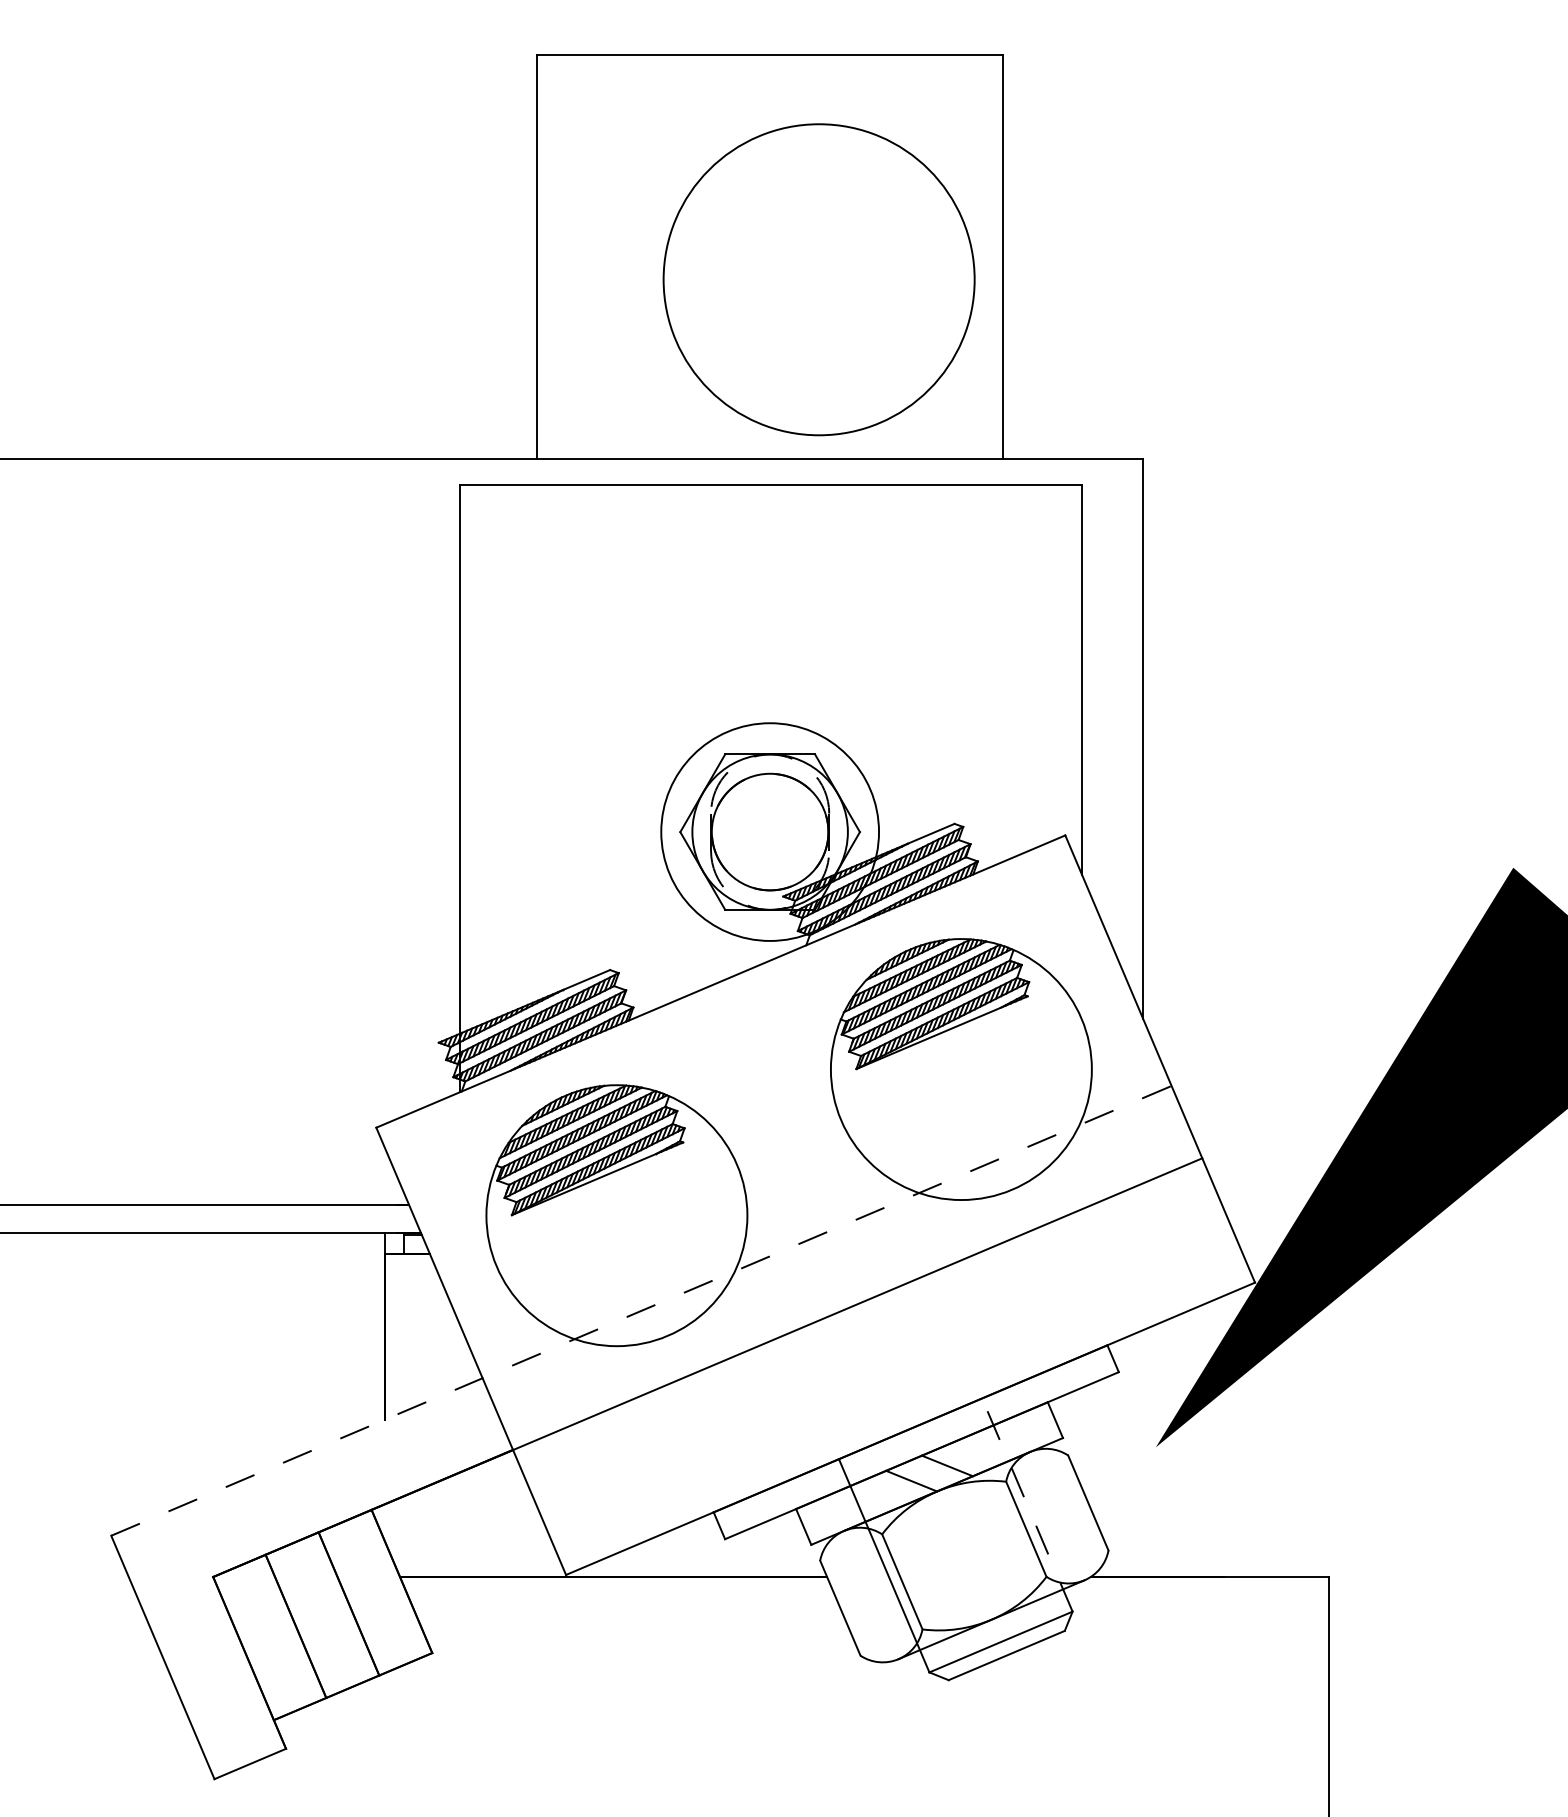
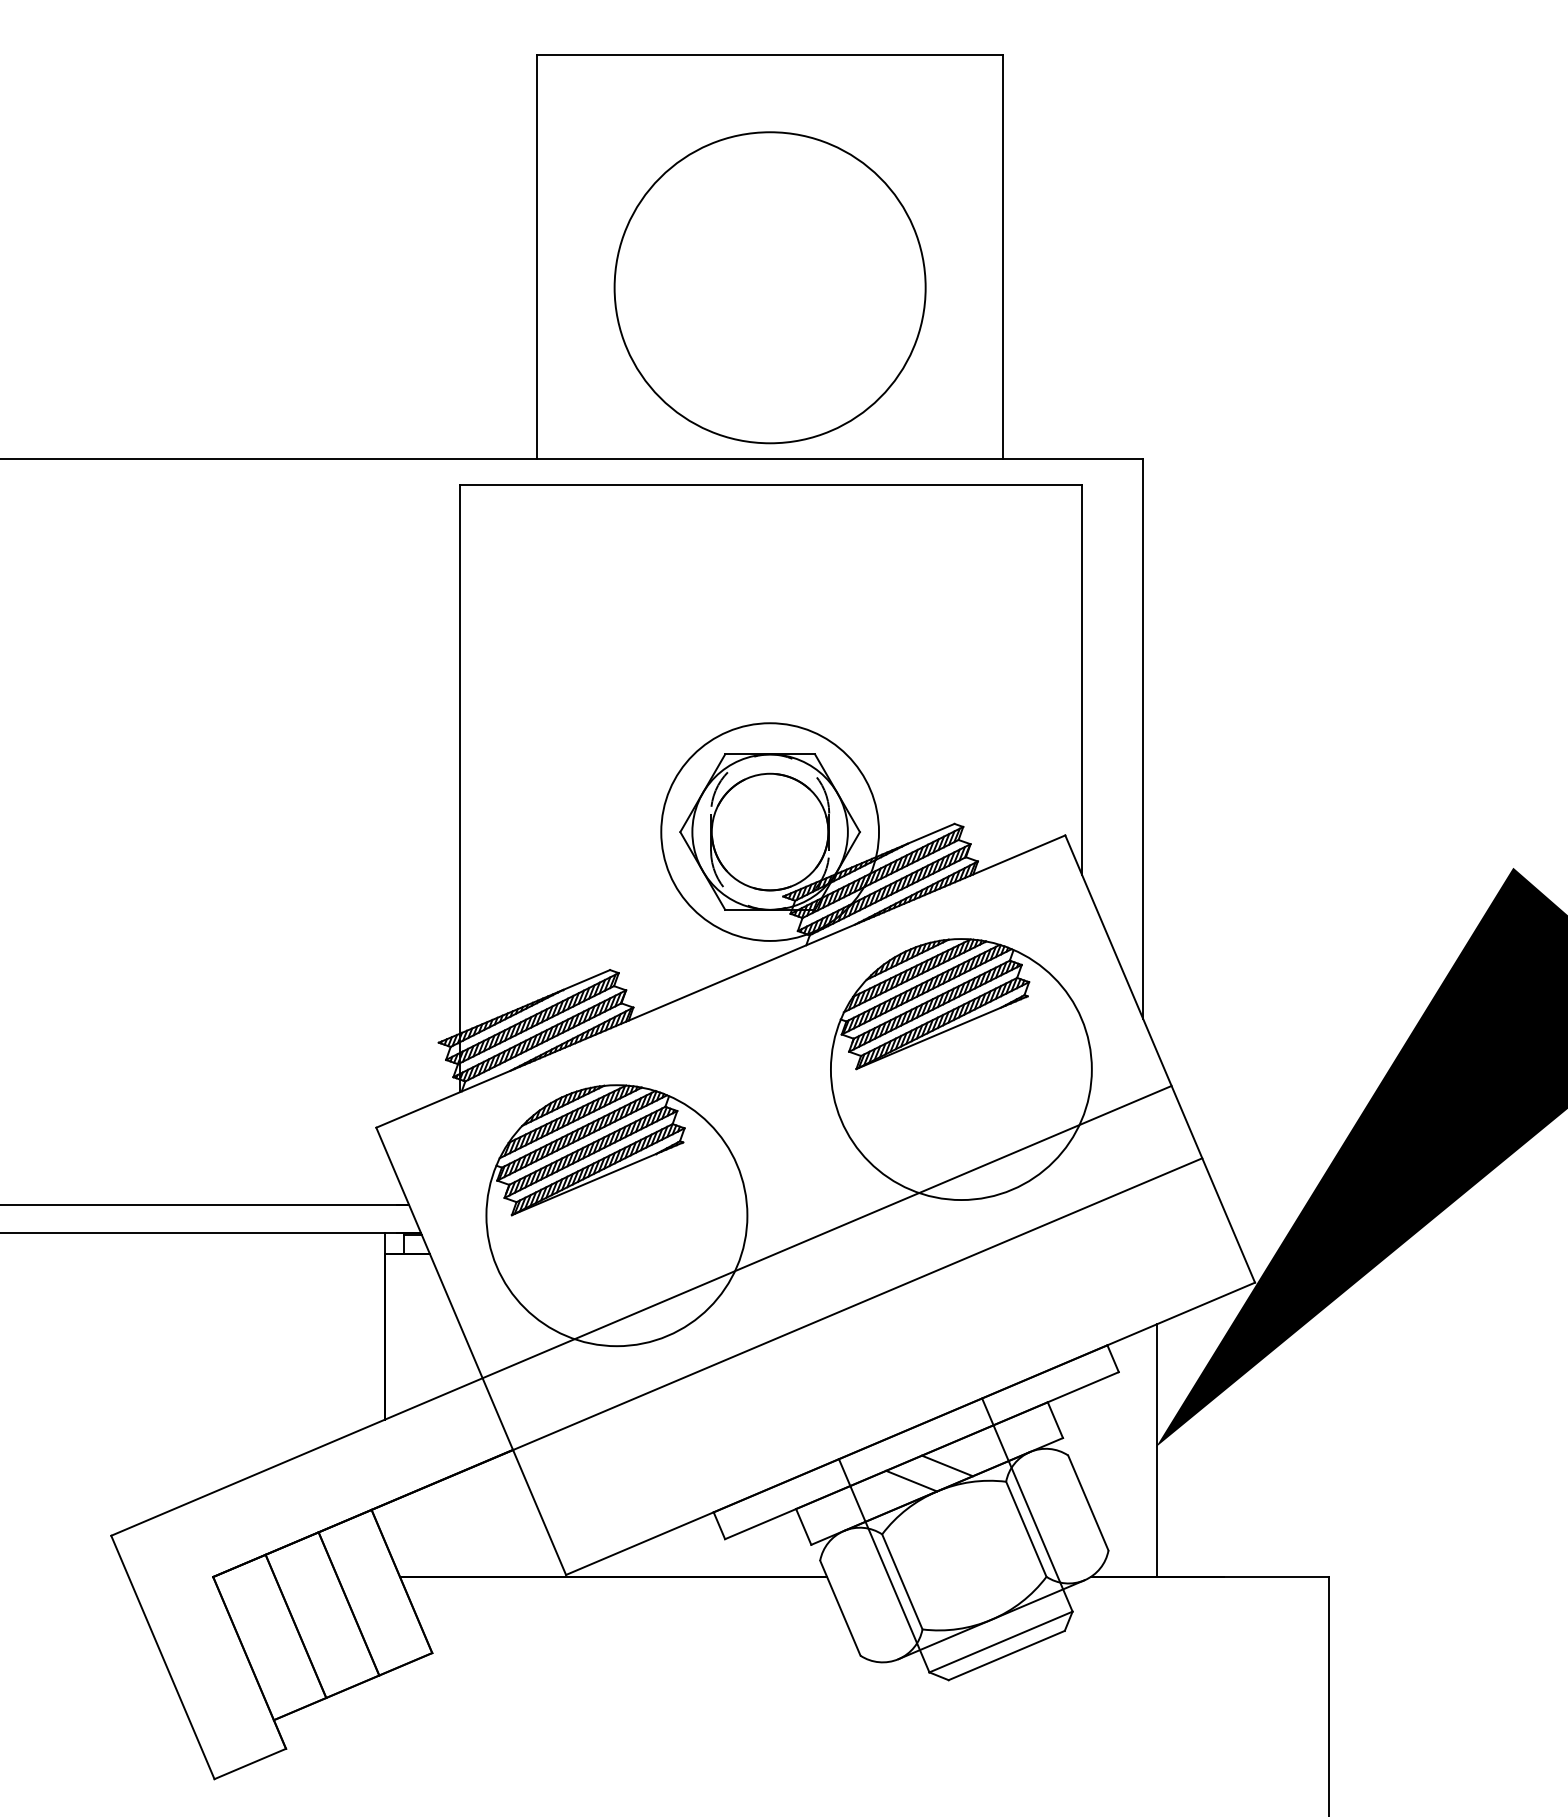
circle at (818, 279) position: (818, 279) -> (769, 287)
line at (641, 1310): dashed -> solid
line at (1156, 1450): none -> present
line at (1027, 1505): dashed -> solid
